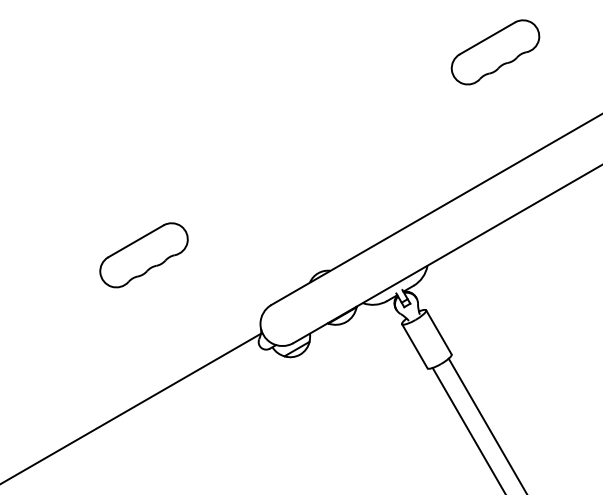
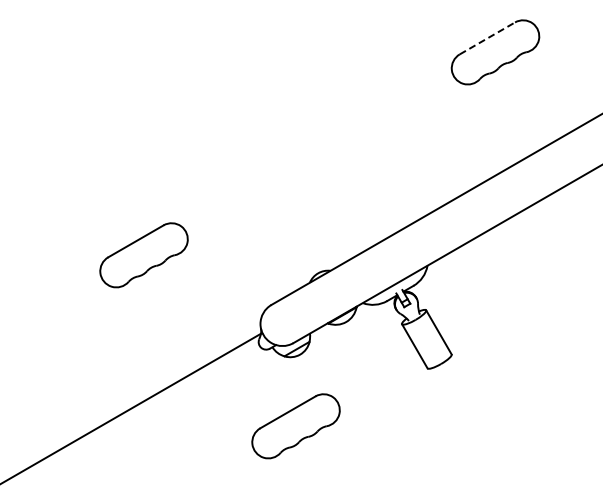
line at (487, 38): solid -> dashed
line at (486, 424): present -> none
part at (295, 426): none -> present
line at (468, 429): present -> none
